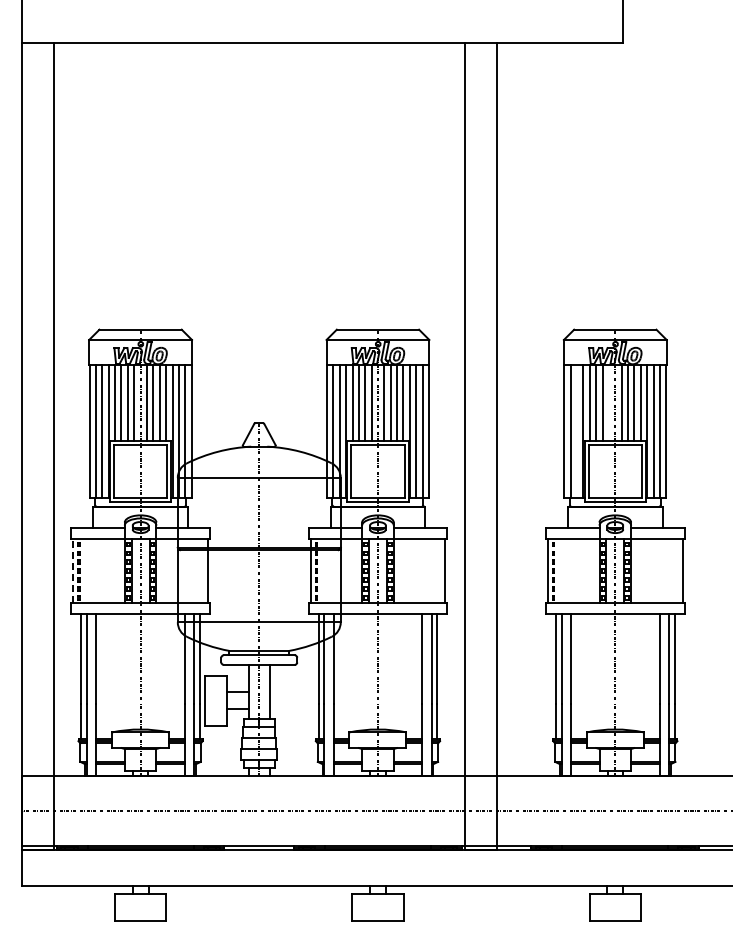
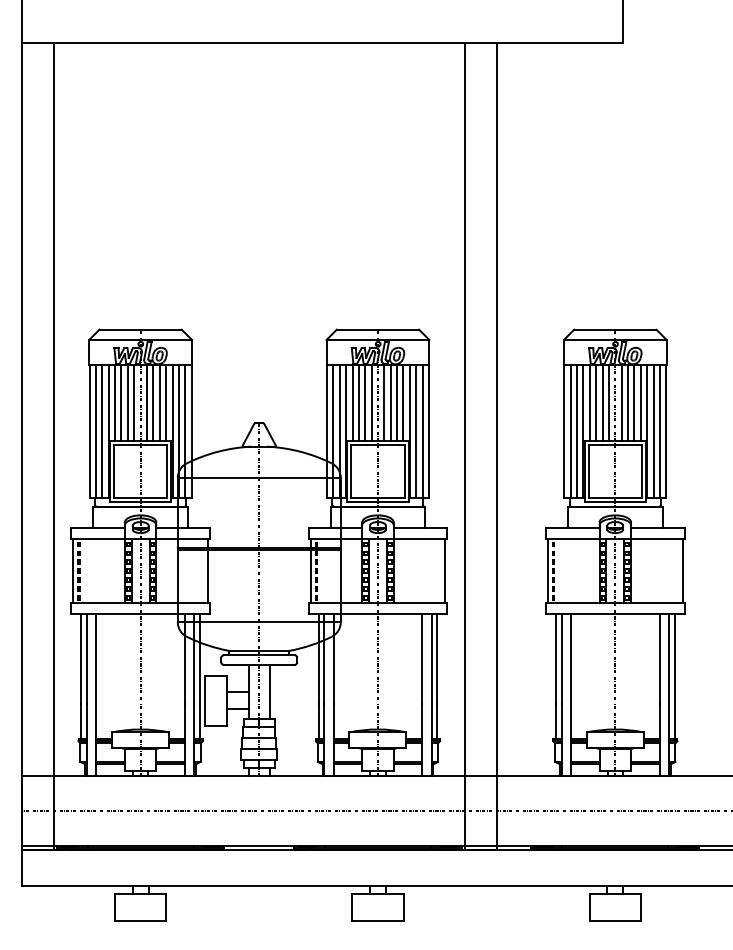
line at (608, 402): none -> present
line at (577, 431): none -> present
line at (73, 570): dashed -> solid
